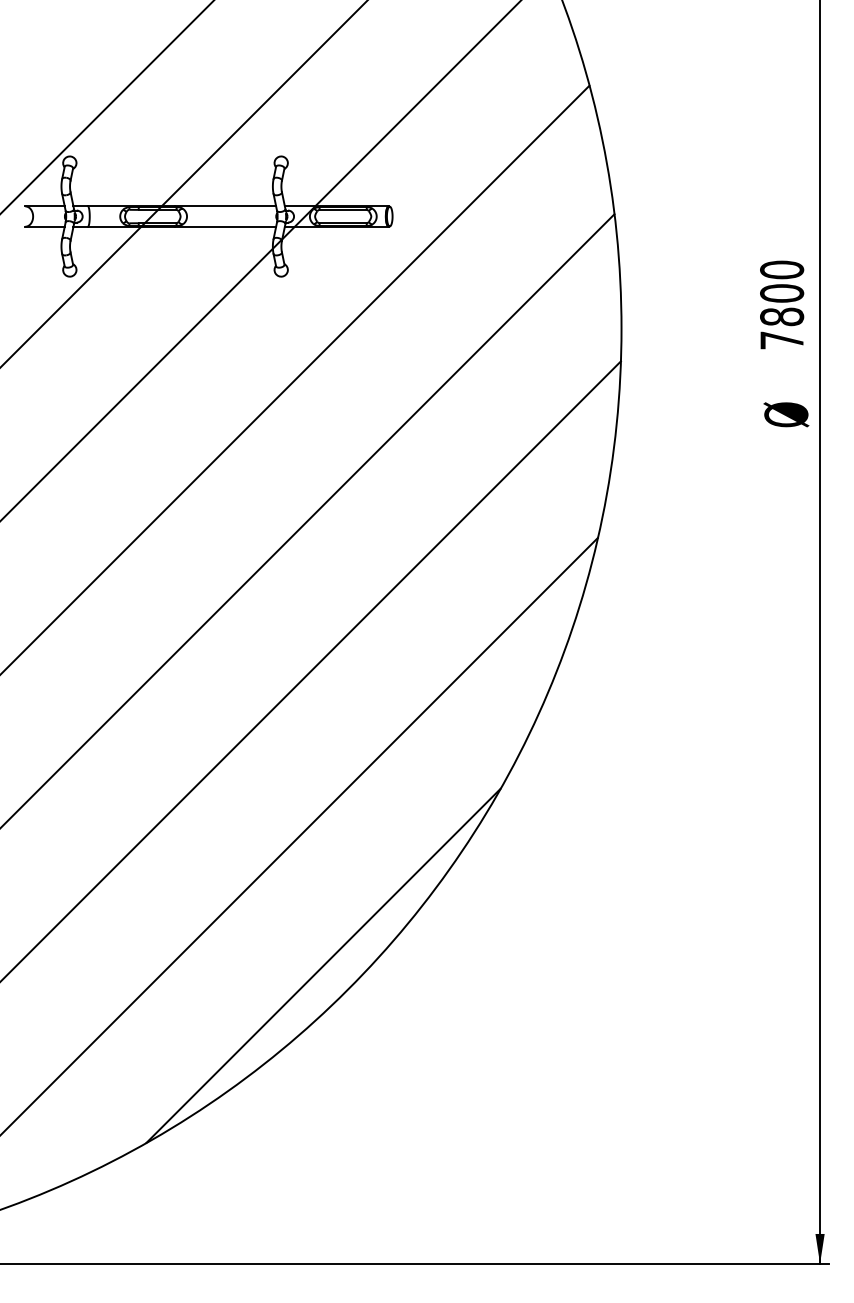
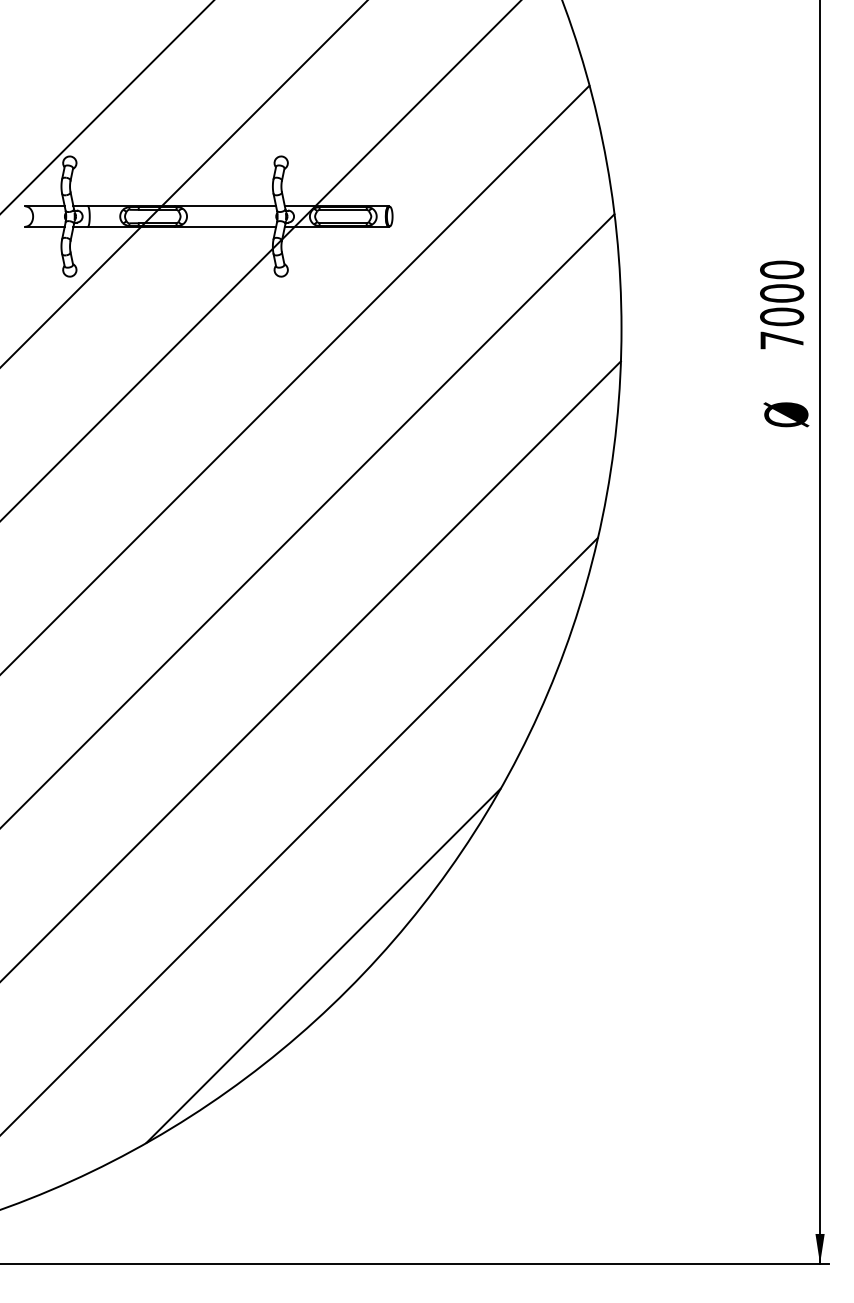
text at (781, 316): 7800 -> 7000
